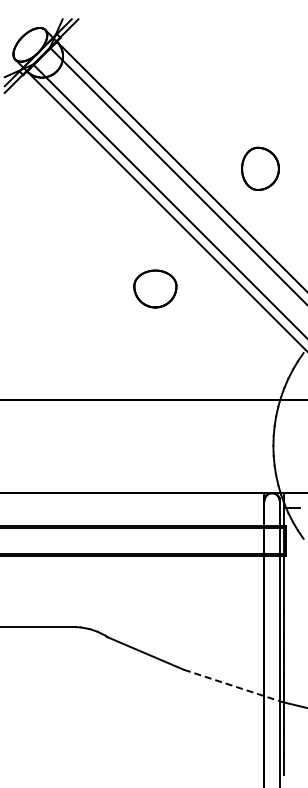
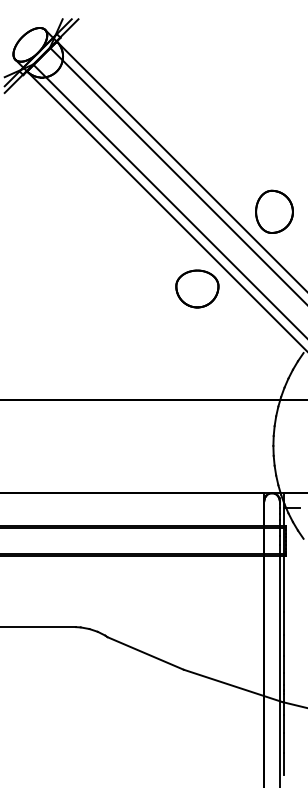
part at (260, 168) position: (260, 168) -> (274, 211)
part at (155, 288) position: (155, 288) -> (197, 288)
line at (233, 685): dashed -> solid
